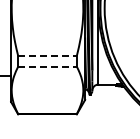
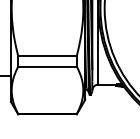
line at (48, 56): dashed -> solid
line at (48, 66): dashed -> solid
